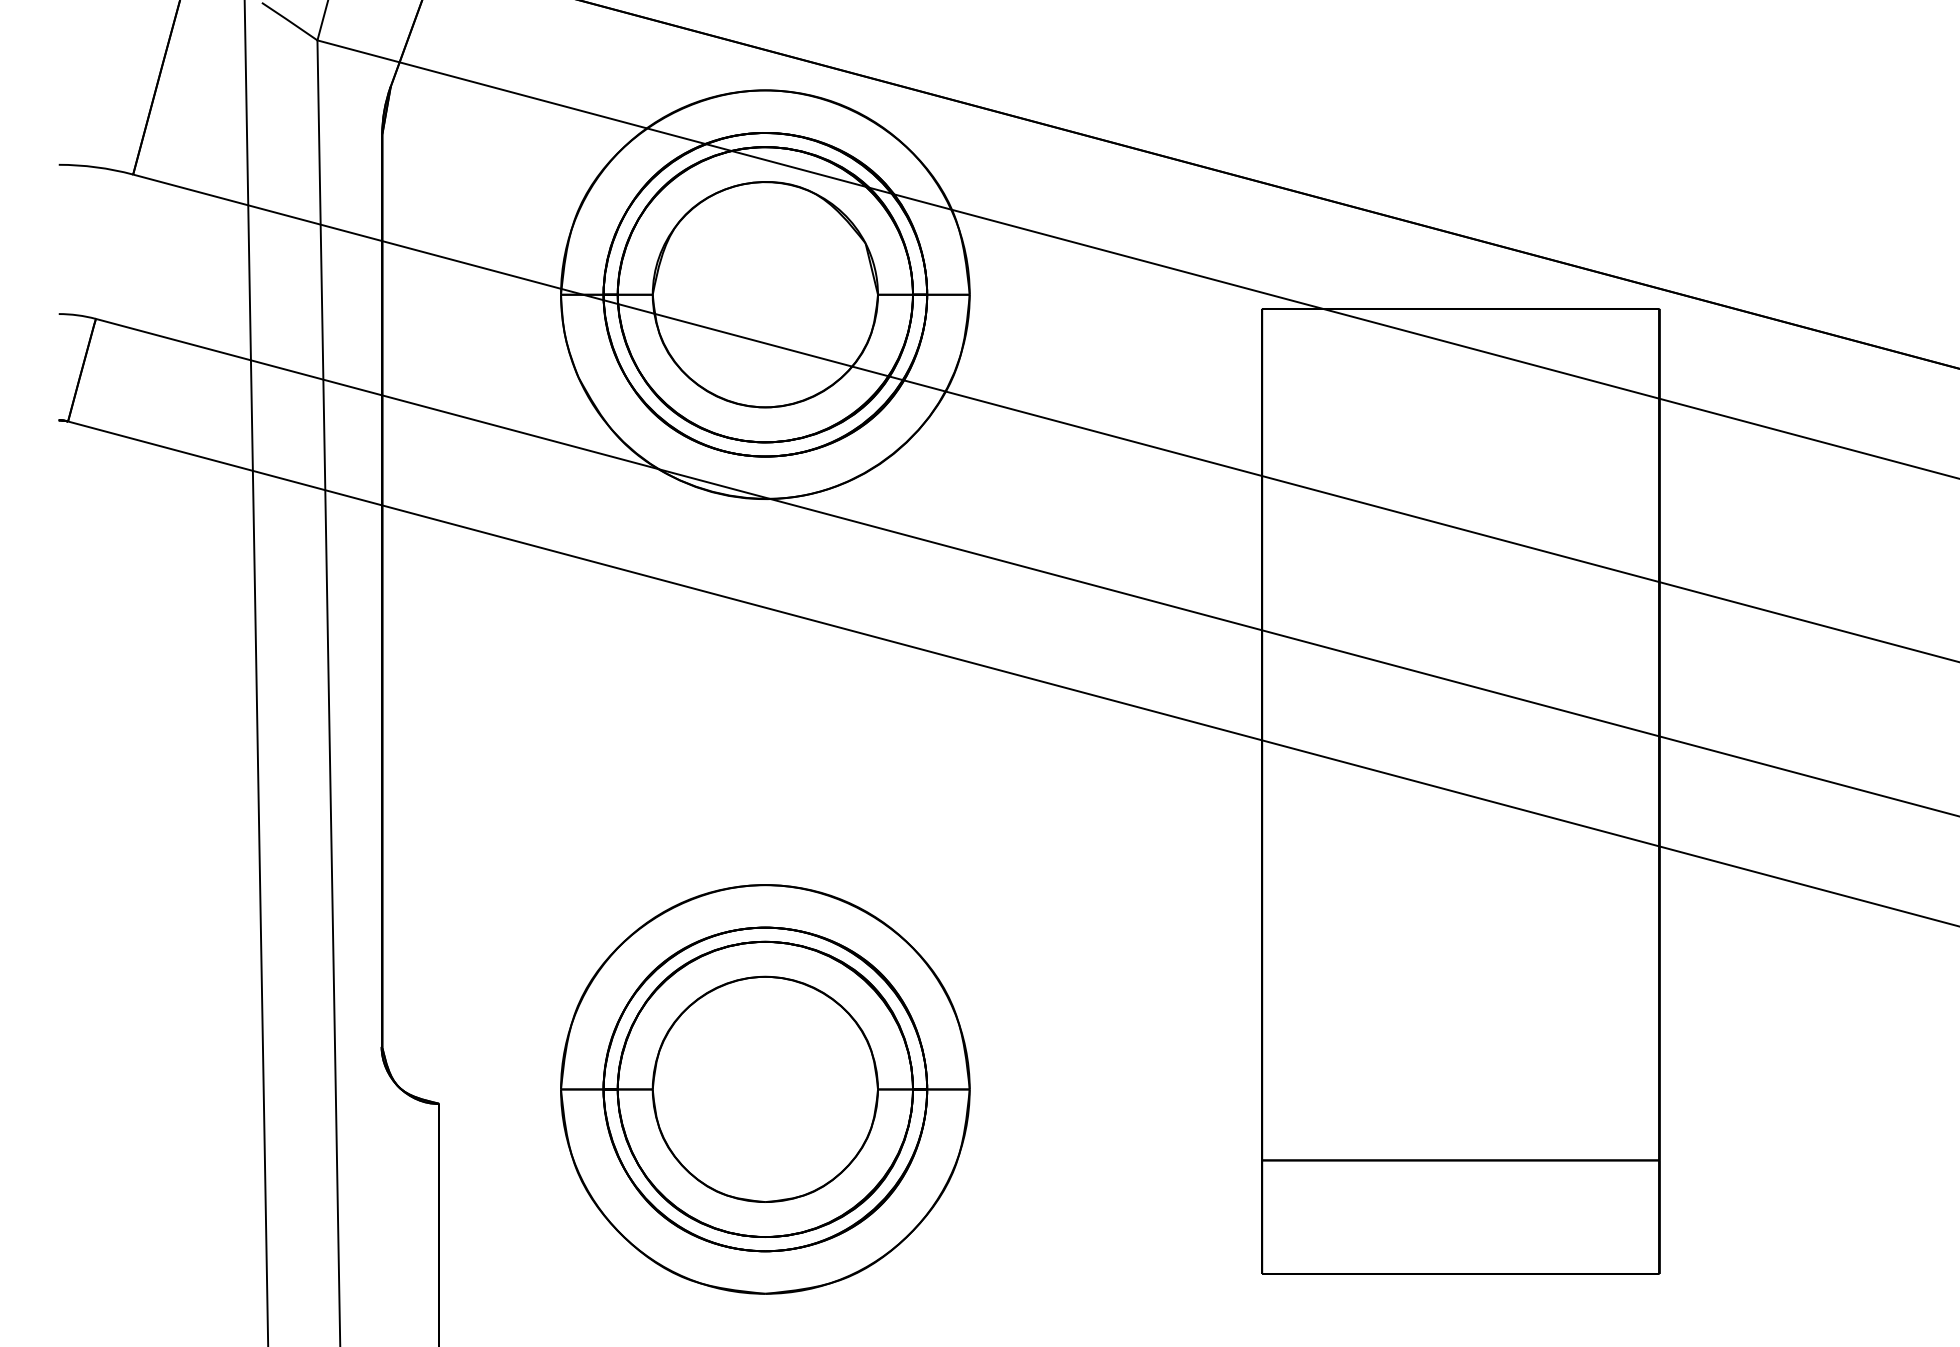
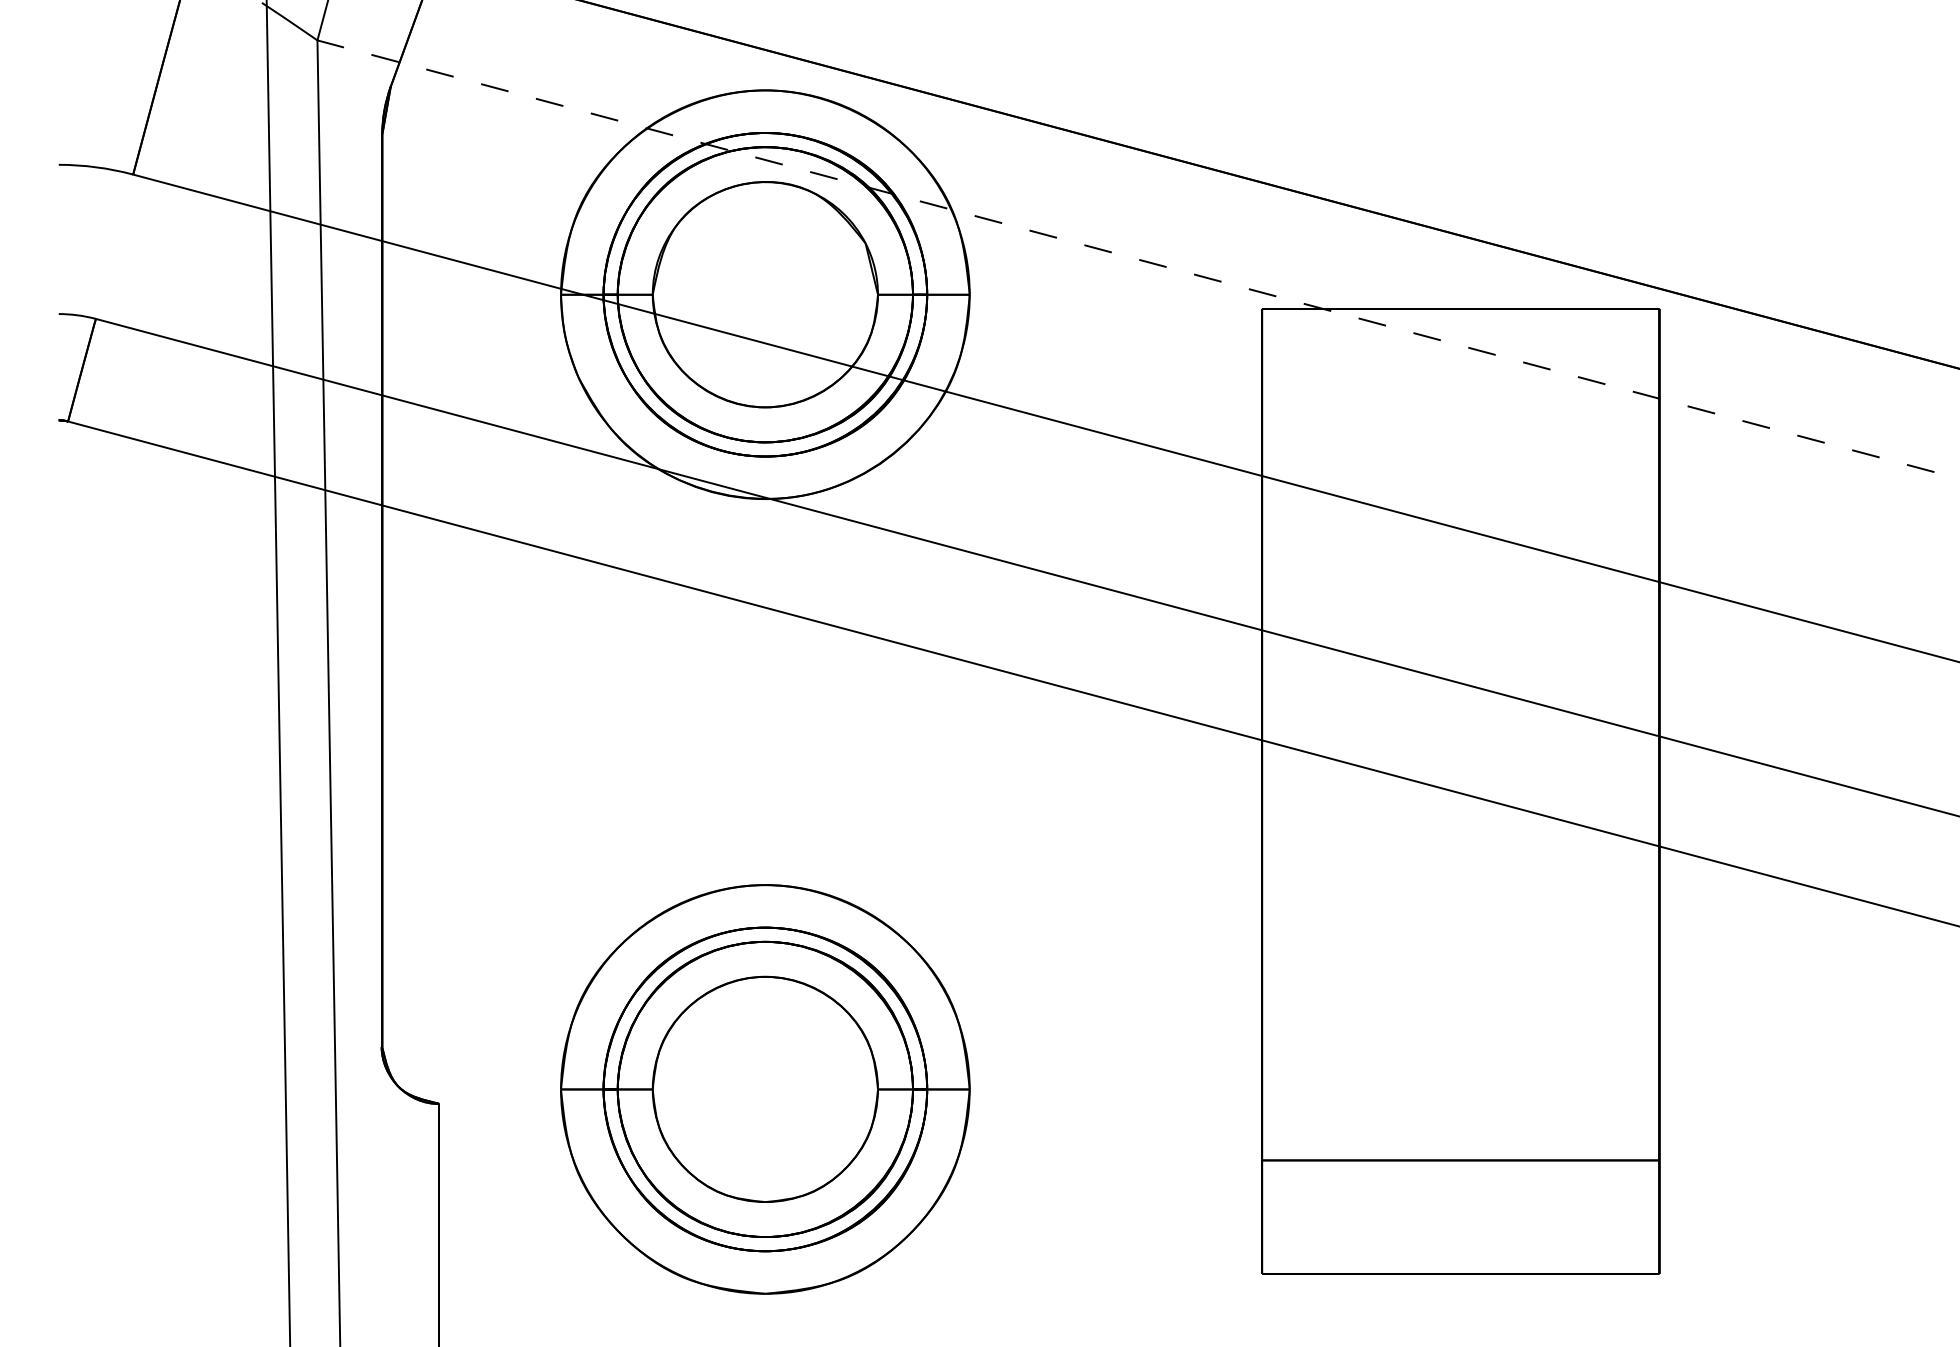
line at (1138, 259): solid -> dashed
line at (256, 672) position: (256, 672) -> (278, 672)
